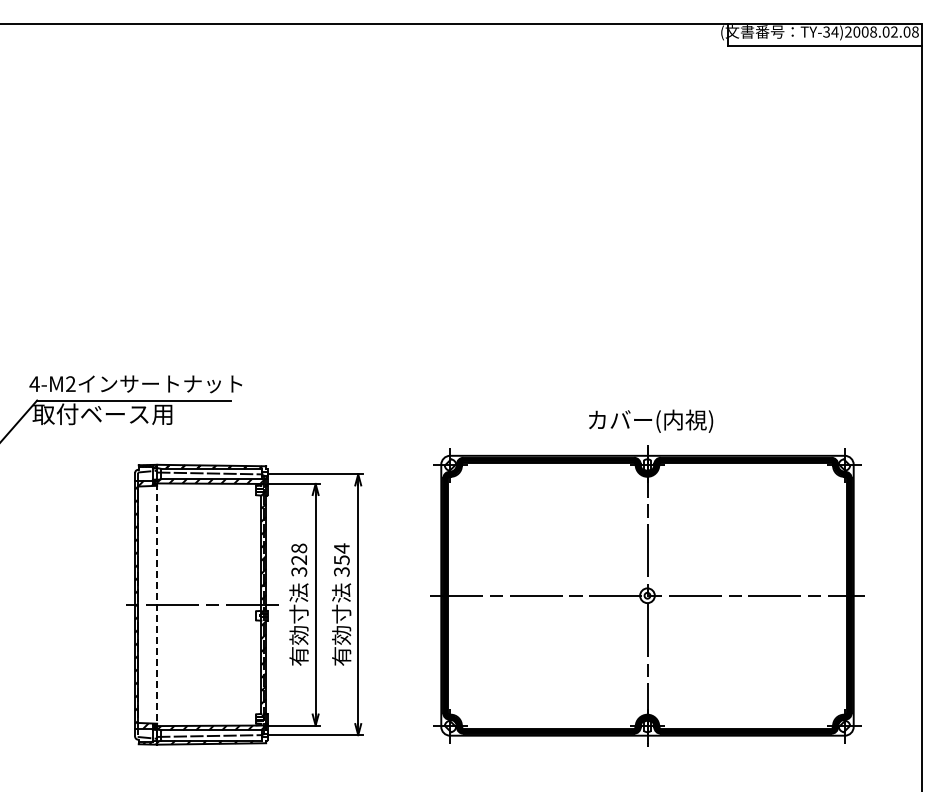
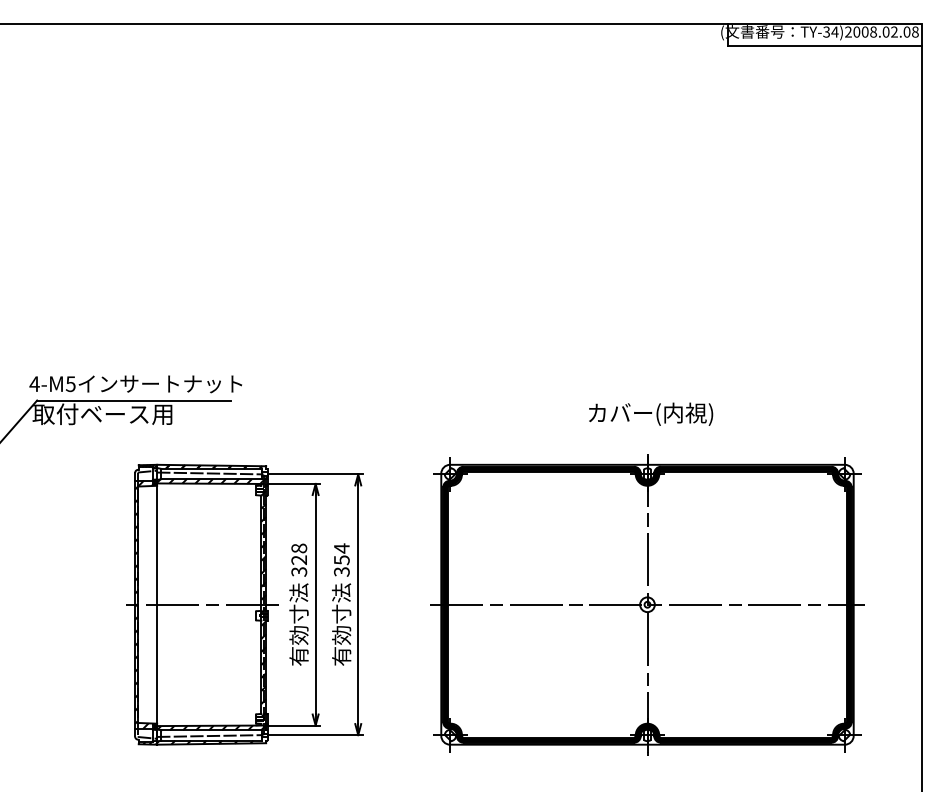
text at (70, 384): 4-M2 -> 4-M5
text at (651, 420) position: (651, 420) -> (651, 413)
part at (647, 595) position: (647, 595) -> (647, 604)
line at (157, 605): dashed -> solid
